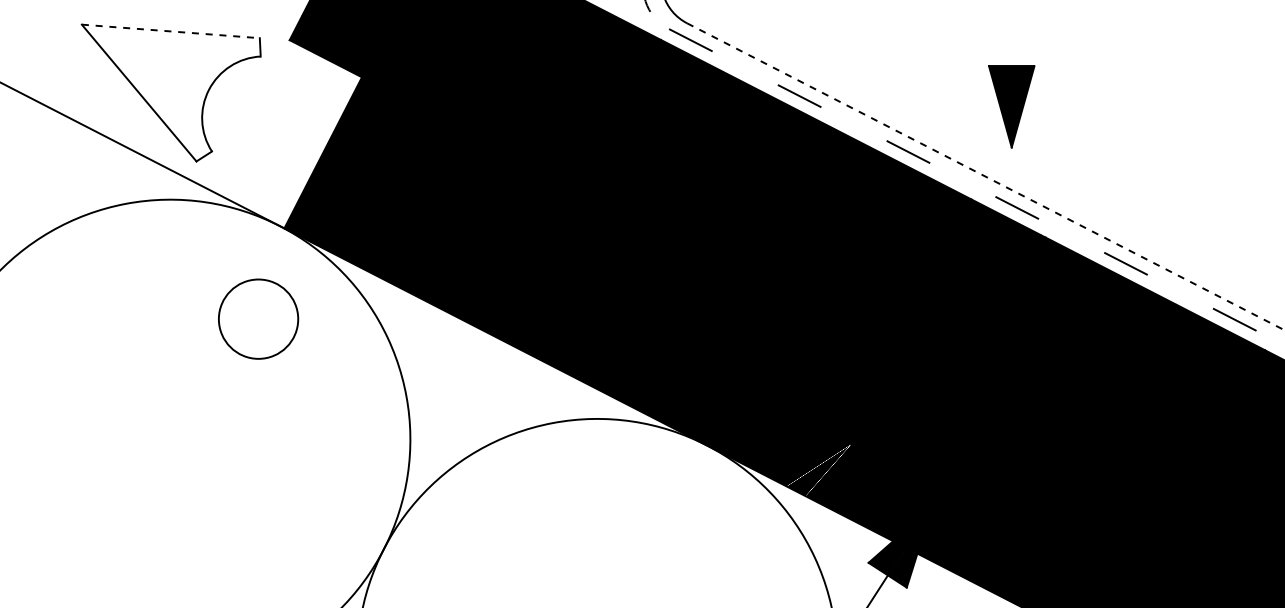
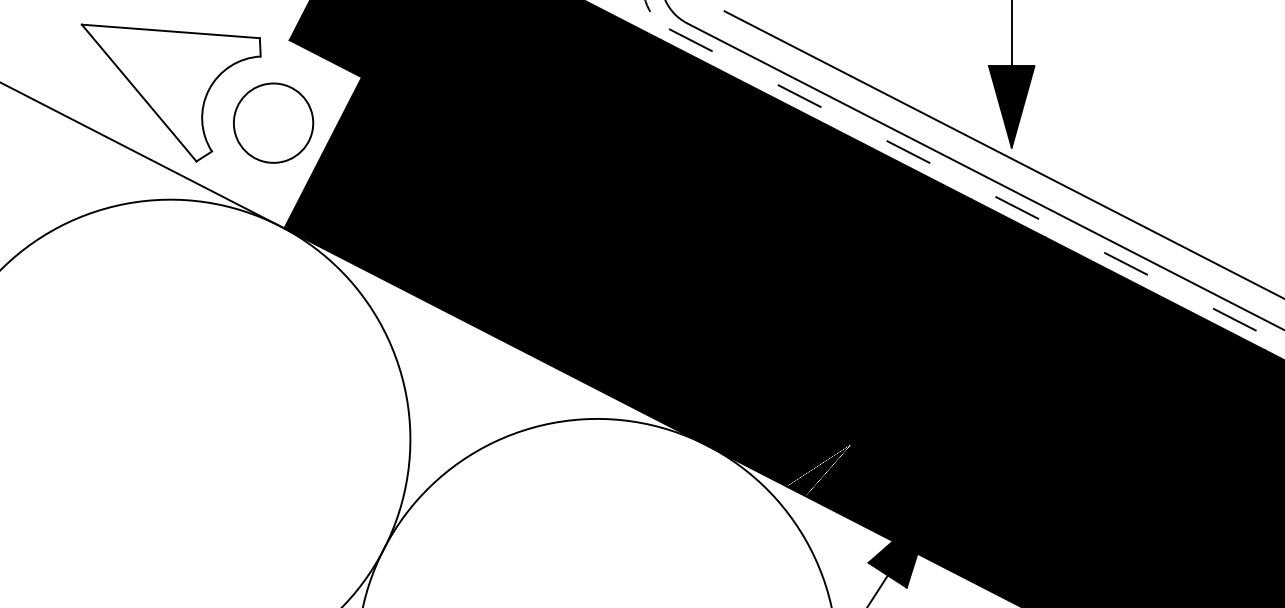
line at (171, 31): dashed -> solid
line at (1011, 34): none -> present
line at (1002, 154): none -> present
line at (985, 176): dashed -> solid
circle at (258, 318) position: (258, 318) -> (273, 122)
